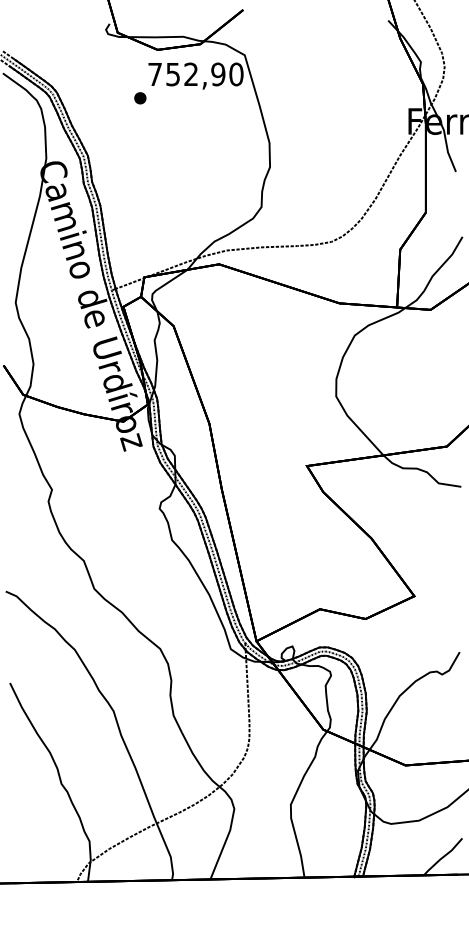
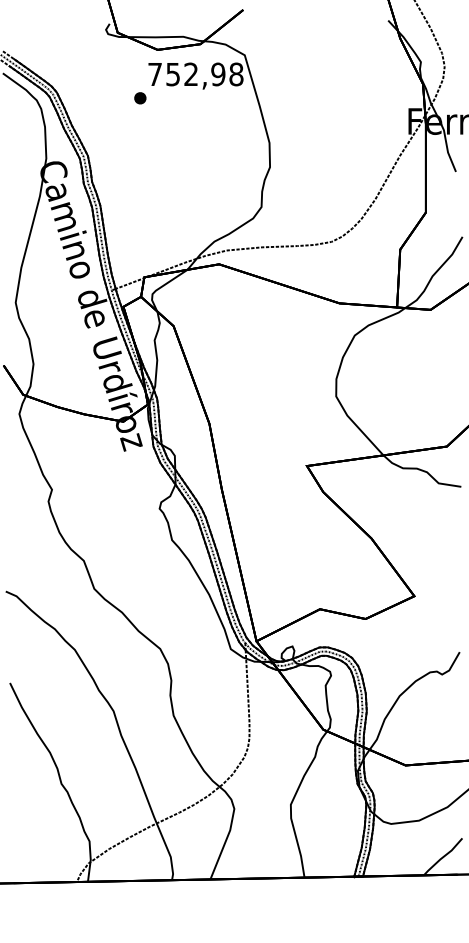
text at (236, 74): 752,90 -> 752,98
